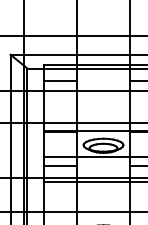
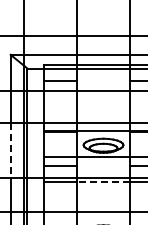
line at (10, 150): solid -> dashed
line at (103, 182): solid -> dashed
